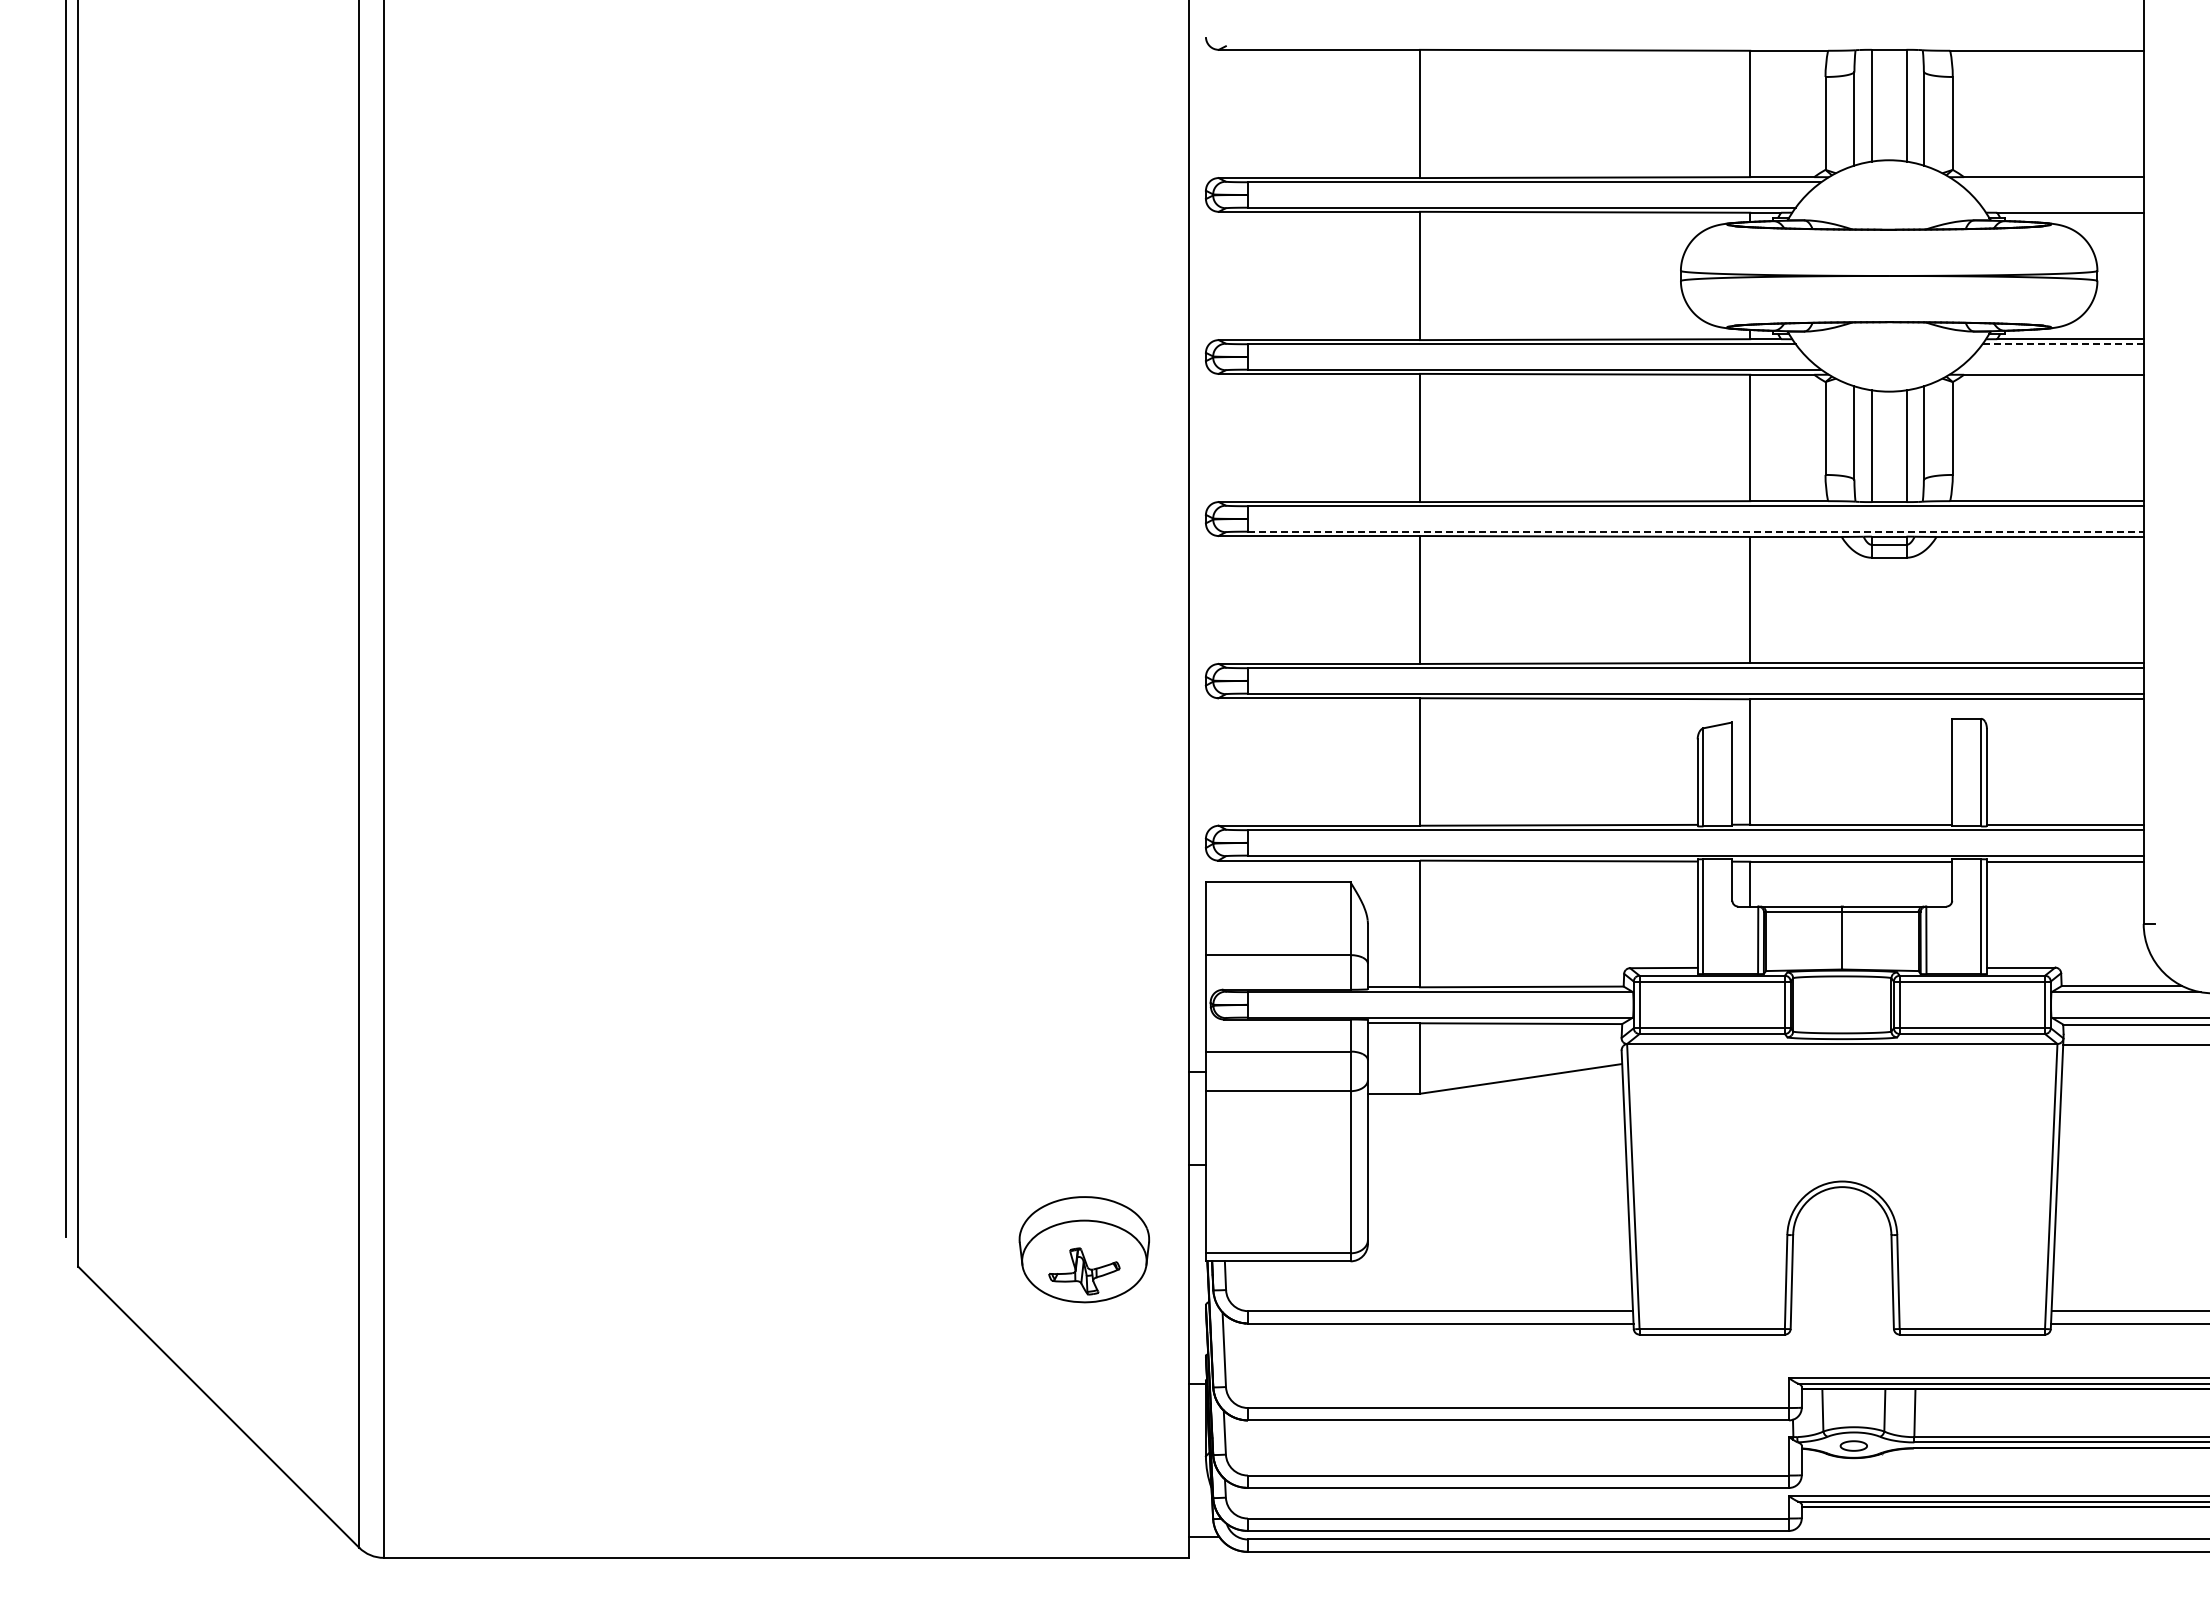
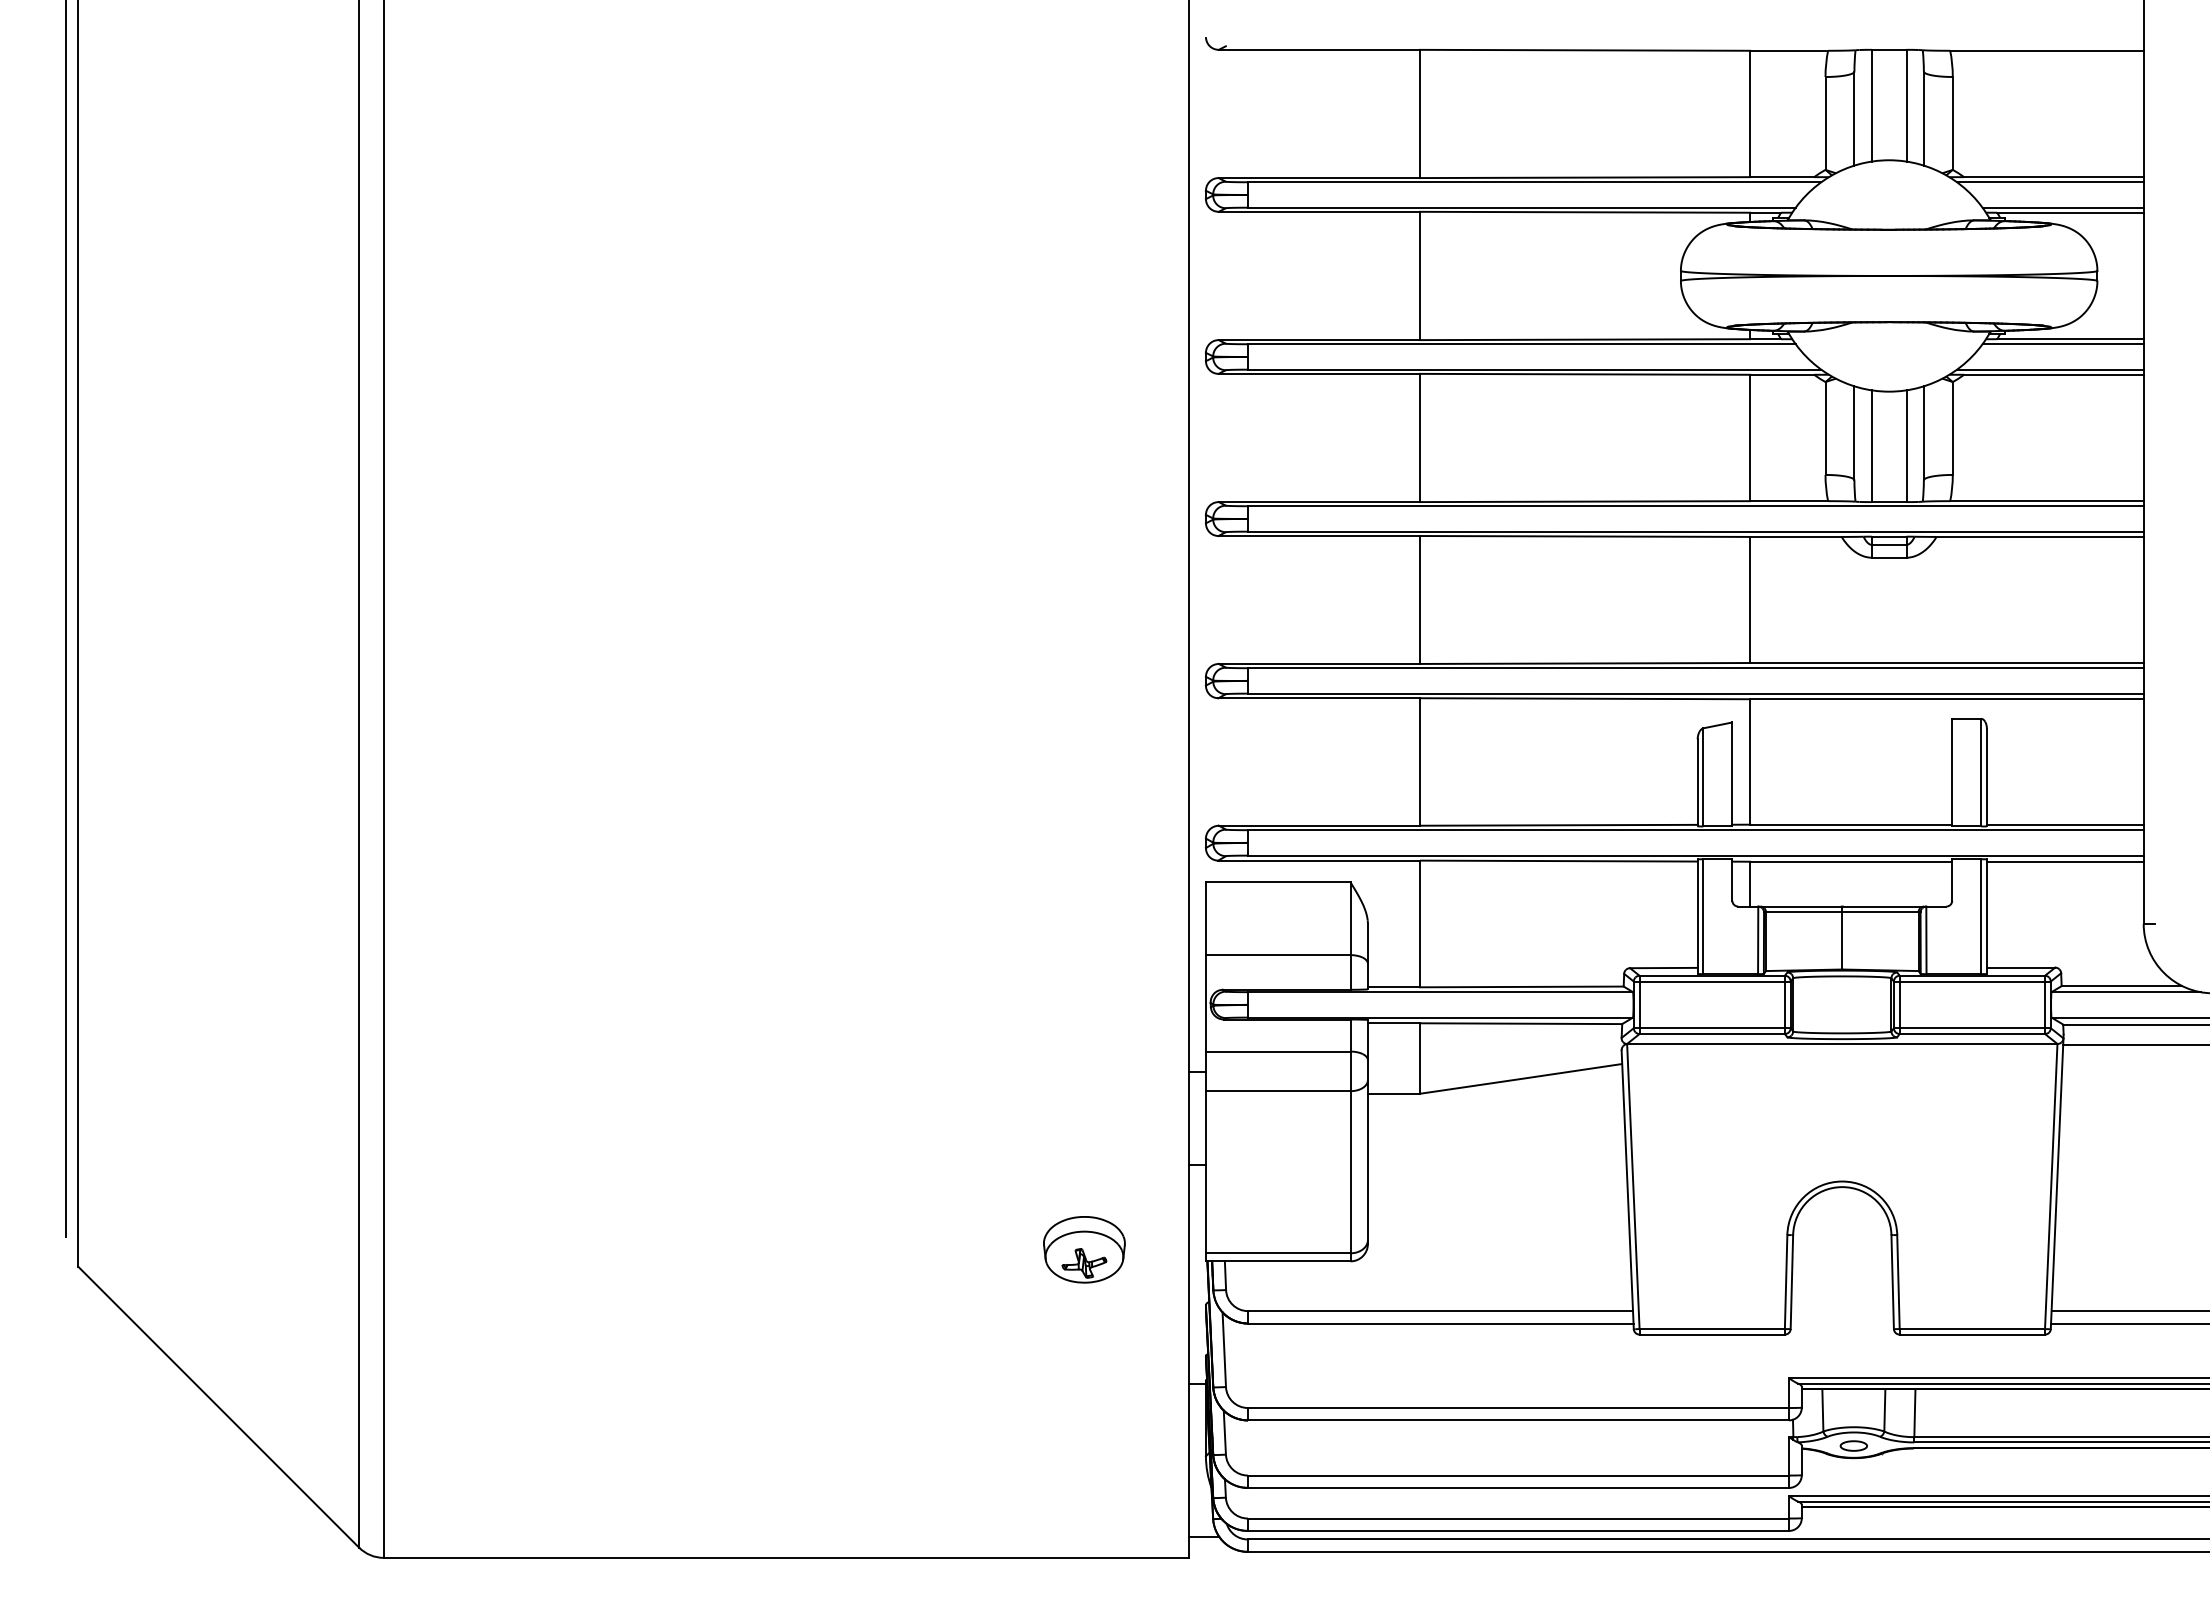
line at (2050, 182): none -> present
line at (2062, 207): none -> present
line at (2063, 344): dashed -> solid
line at (2050, 369): none -> present
line at (1695, 531): dashed -> solid
part at (1084, 1249) size: 133x108 px -> 83x68 px
